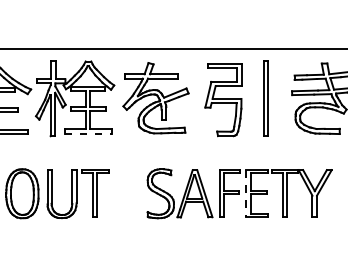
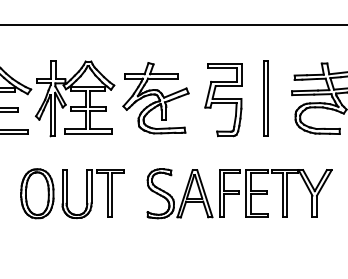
line at (173, 48) position: (173, 48) -> (173, 24)
line at (88, 133): dashed -> solid
part at (57, 193) position: (57, 193) -> (72, 193)
line at (246, 193): dashed -> solid
